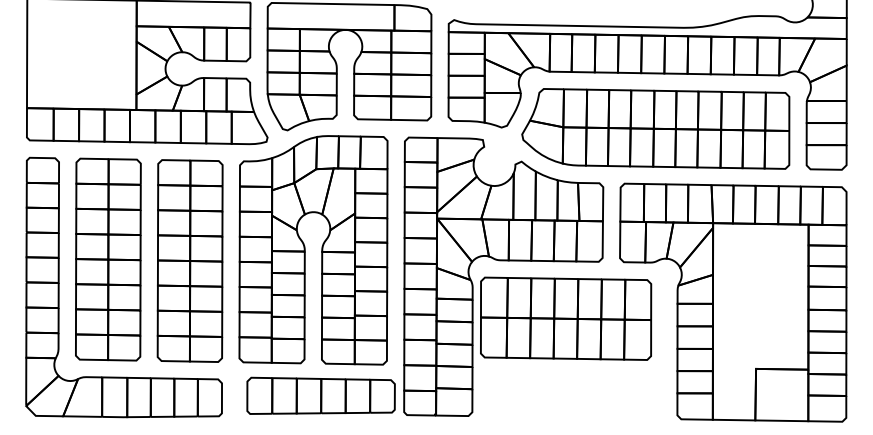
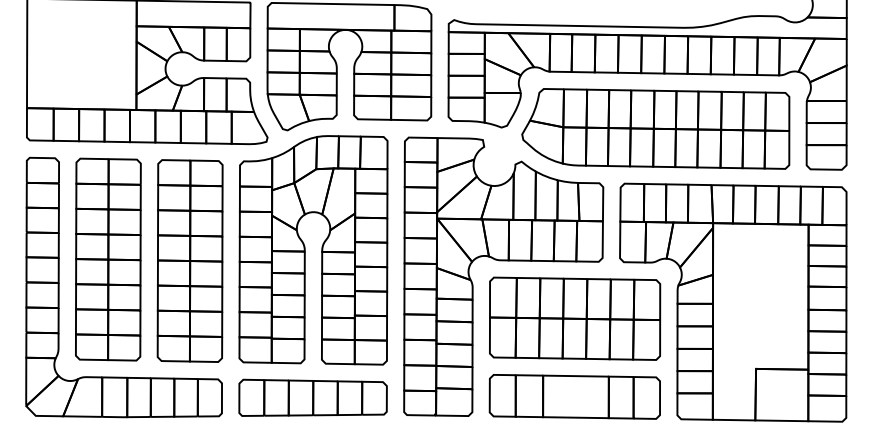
part at (566, 318) position: (566, 318) -> (575, 318)
part at (320, 395) position: (320, 395) -> (312, 397)
part at (574, 396): none -> present
